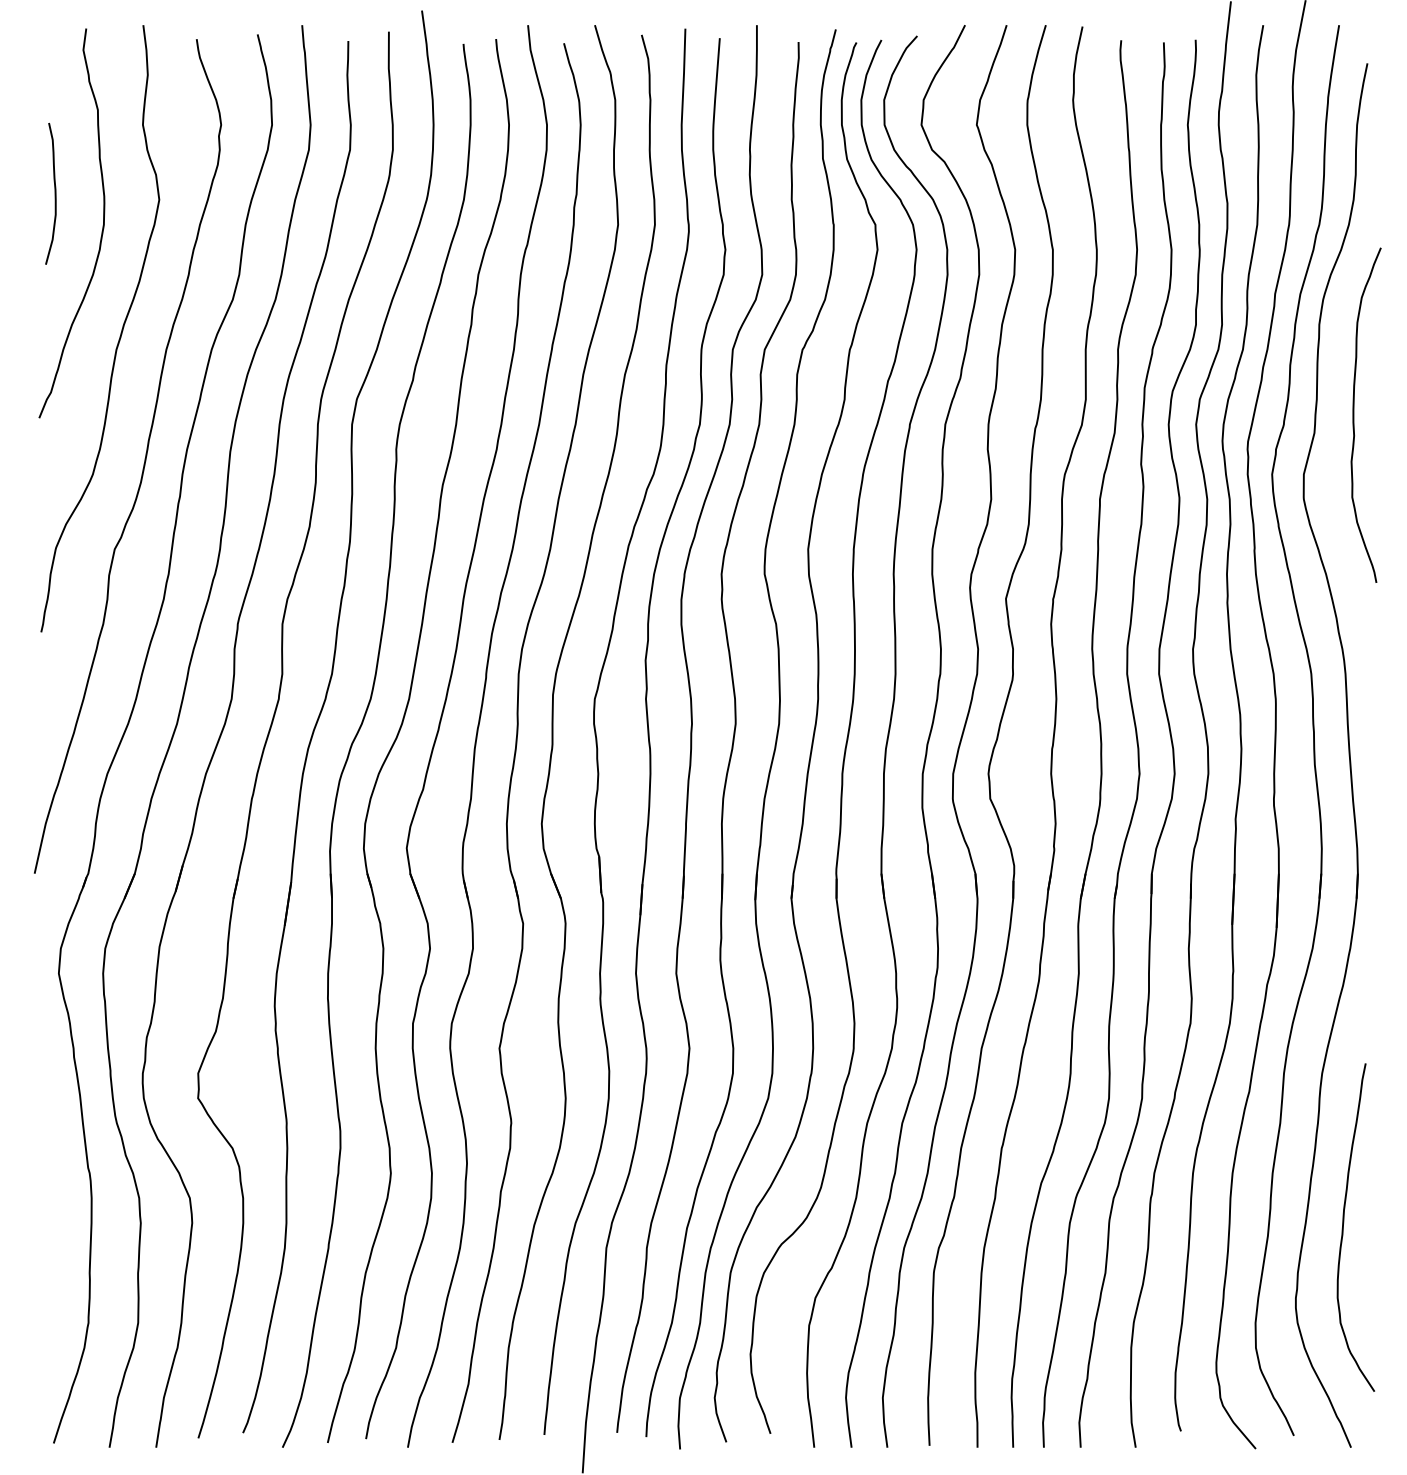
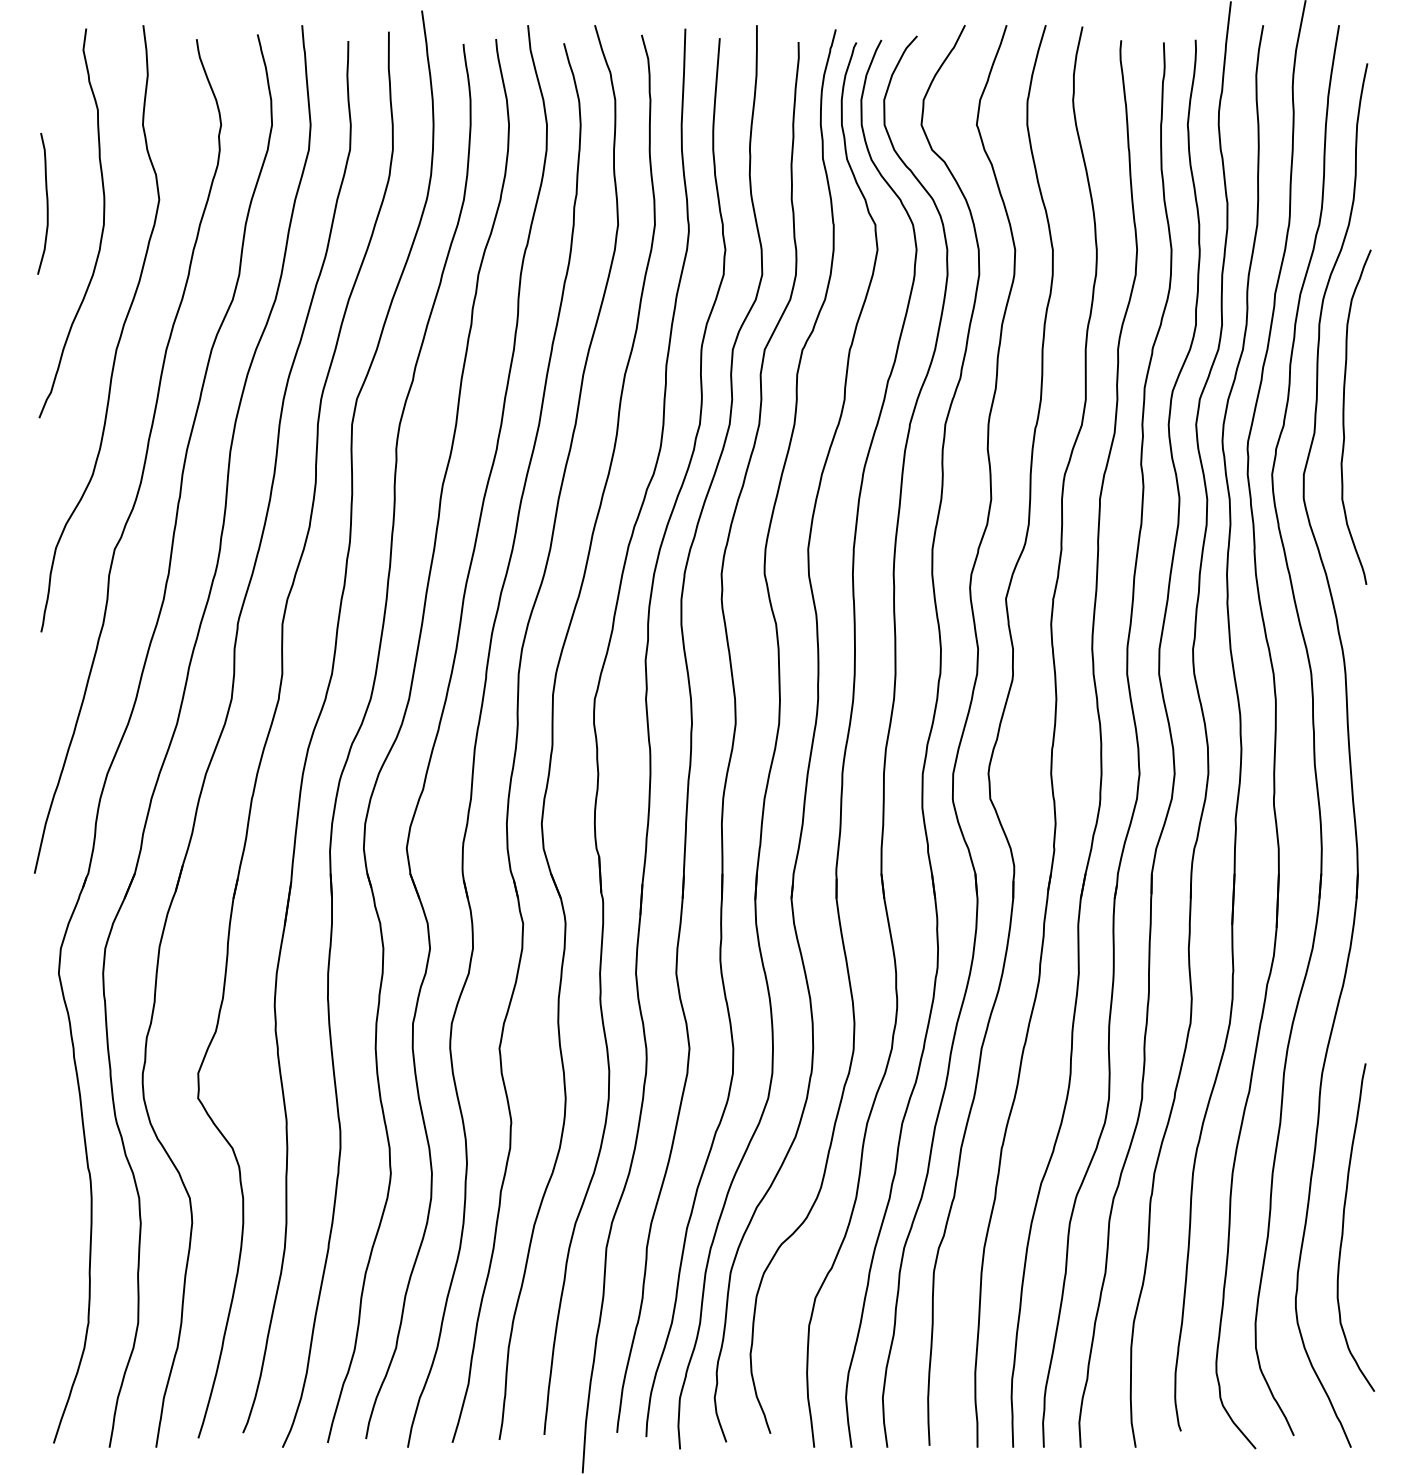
curve at (54, 193) position: (54, 193) -> (46, 203)
curve at (1354, 414) position: (1354, 414) -> (1344, 416)
